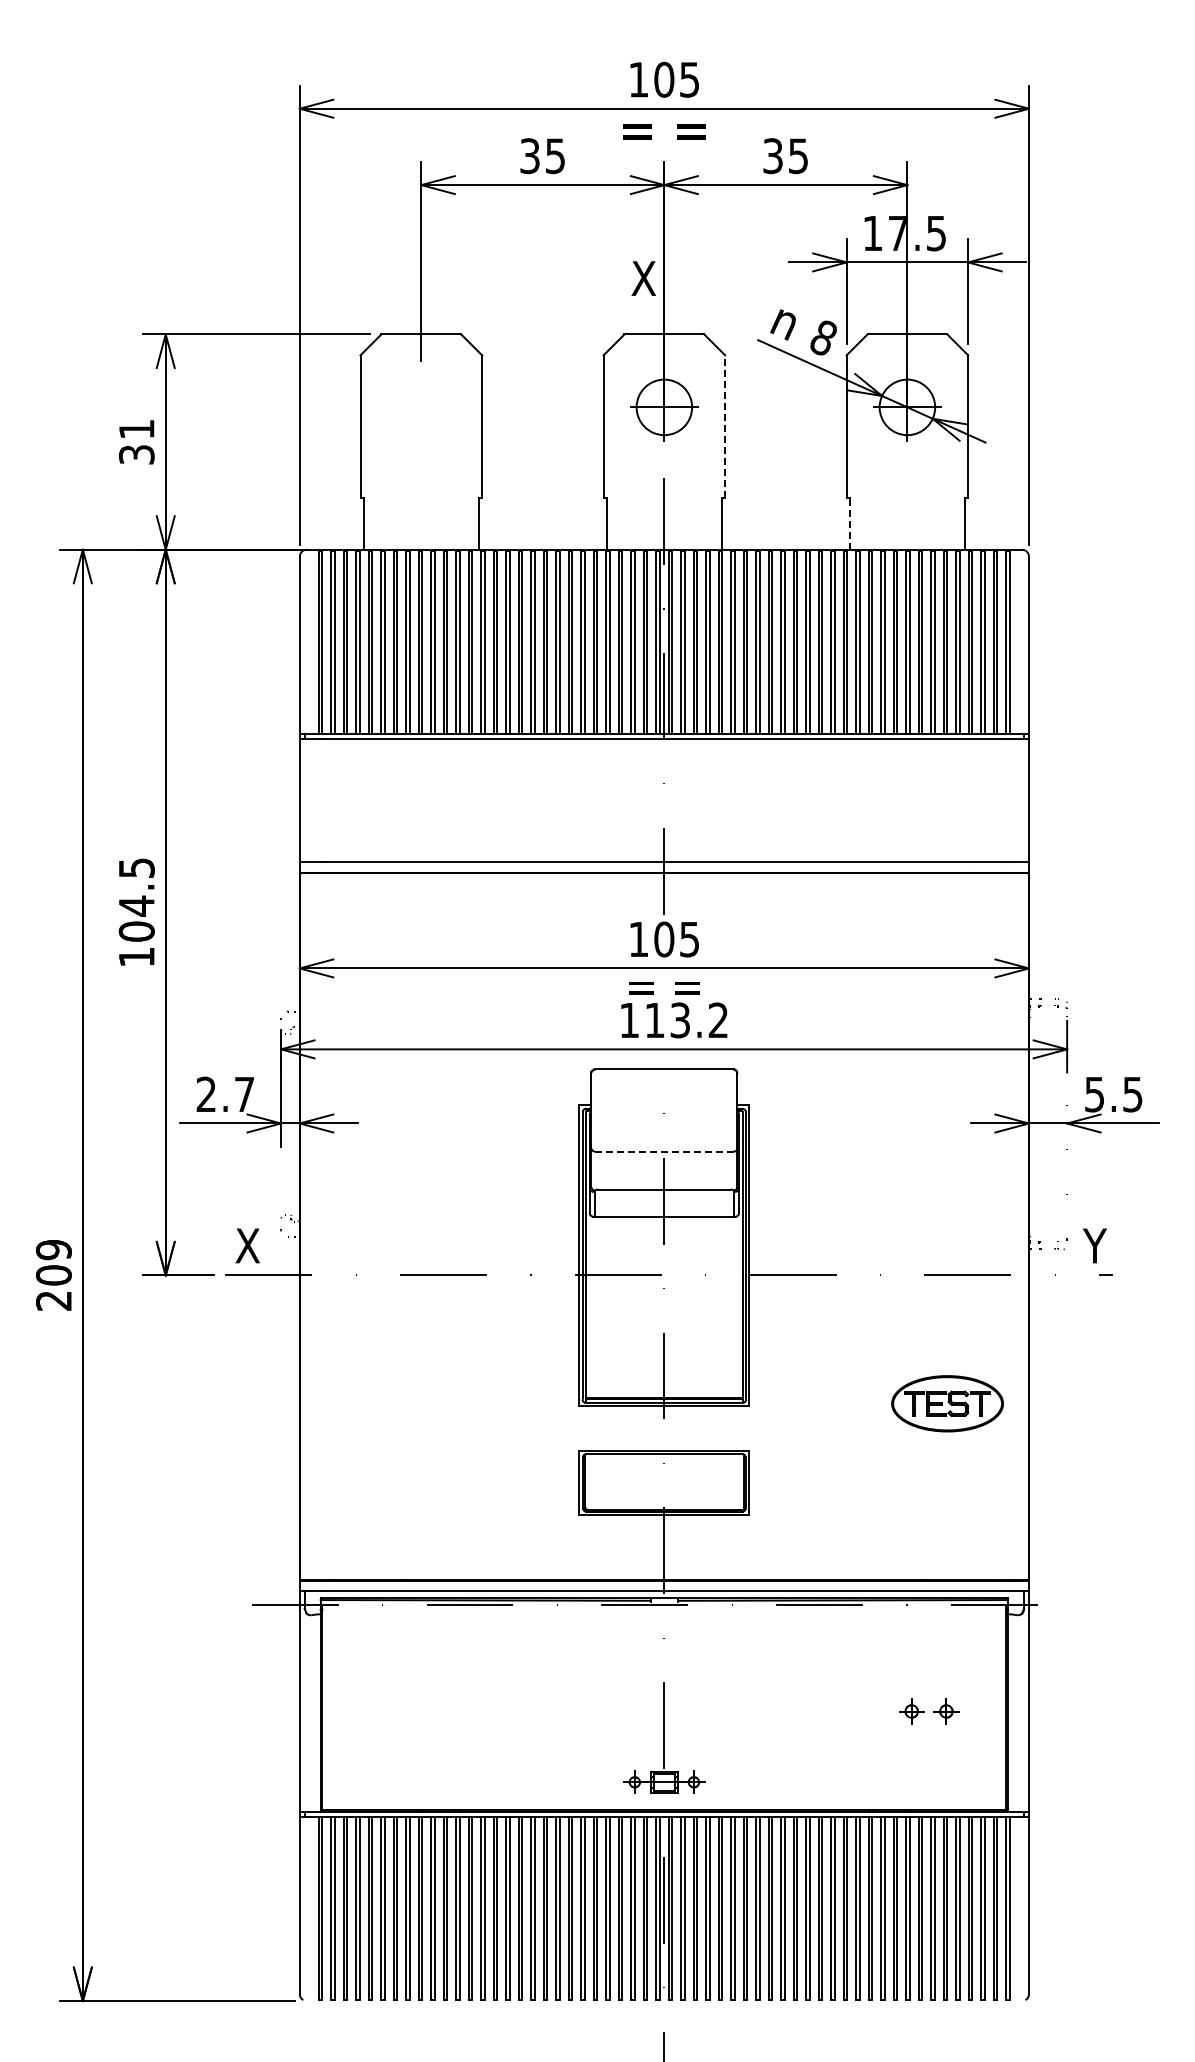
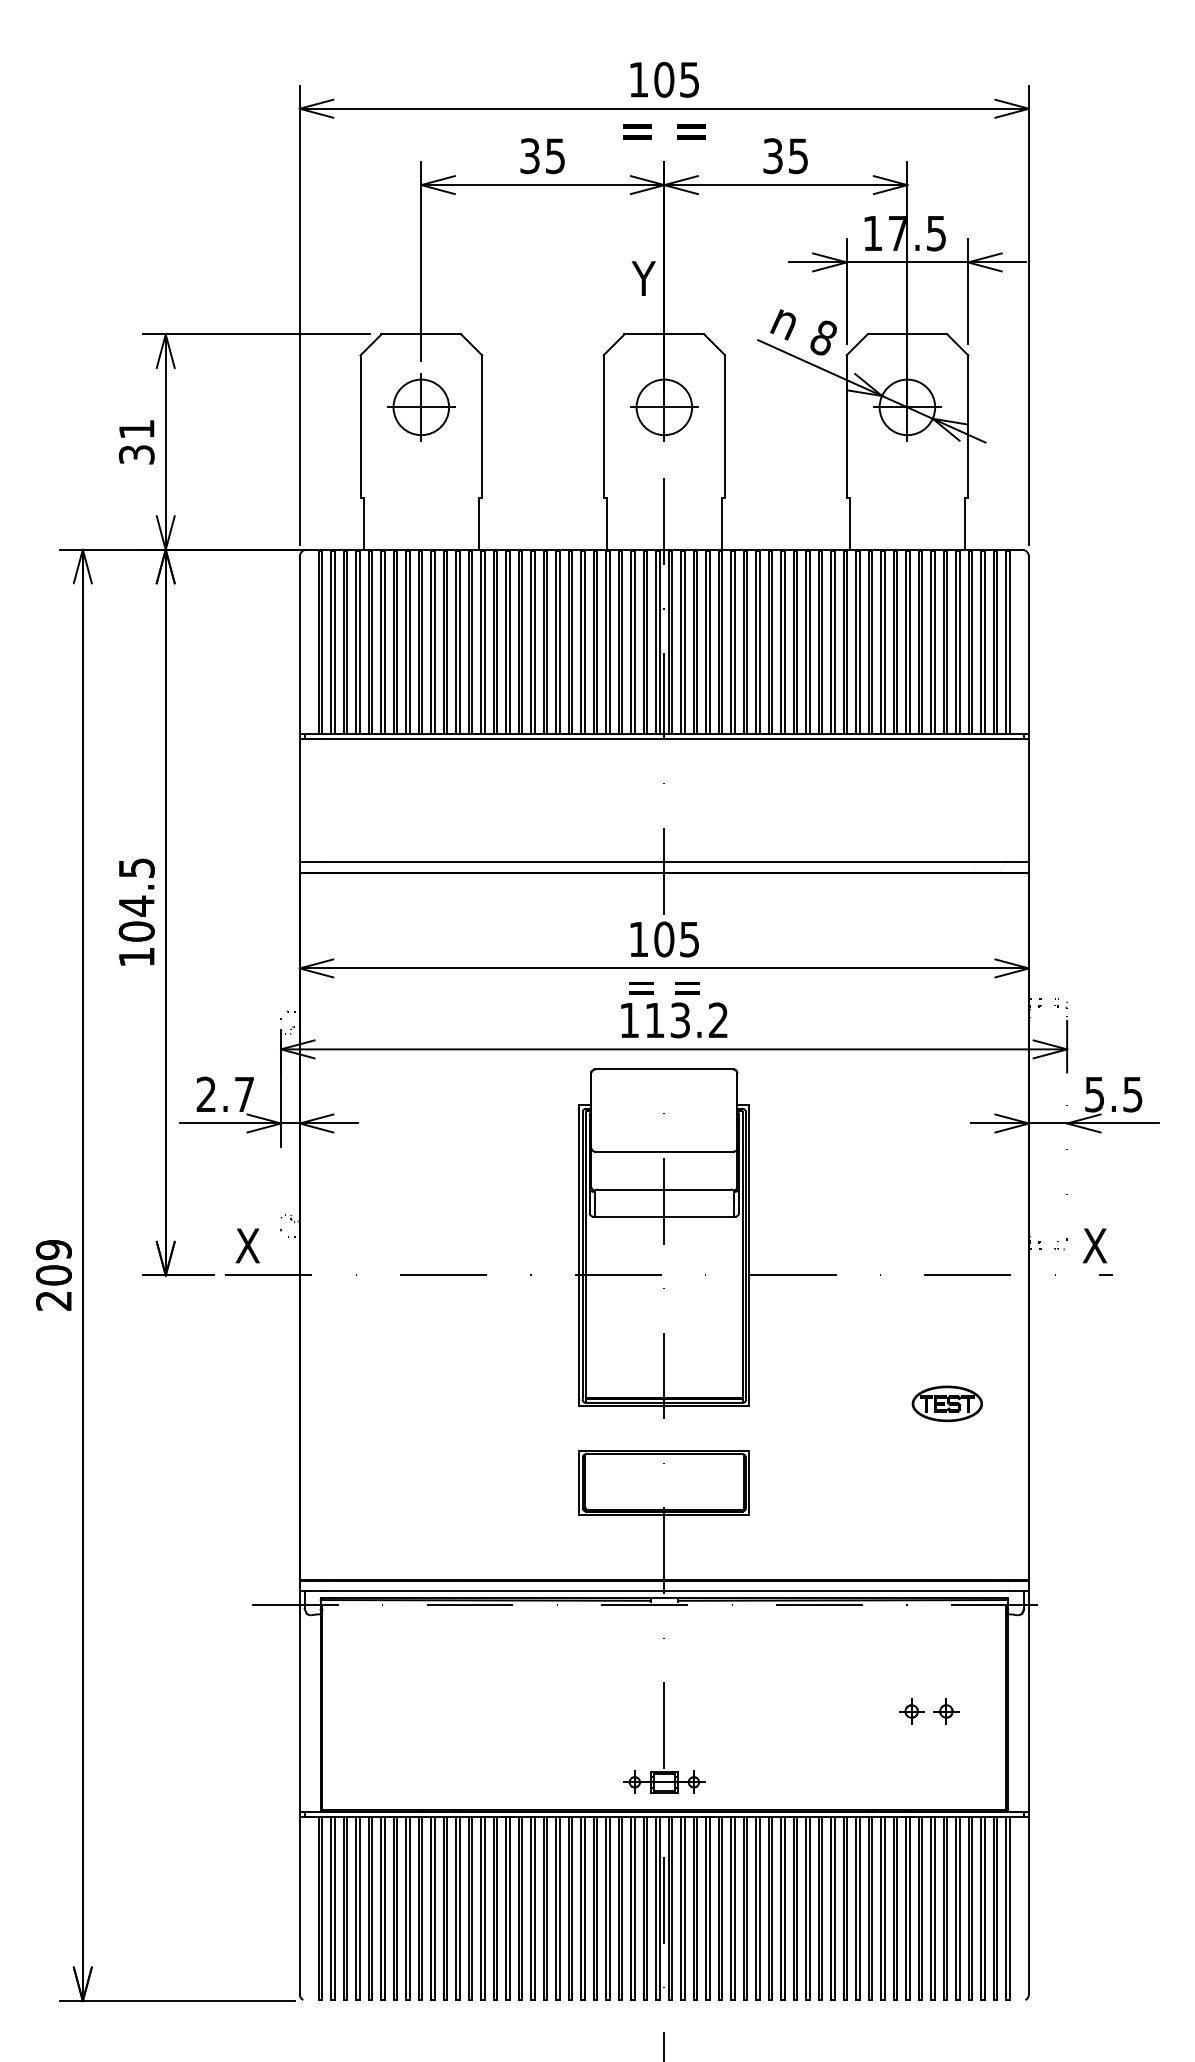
text at (643, 278): X -> Y
part at (421, 407): none -> present
line at (725, 426): dashed -> solid
line at (850, 524): dashed -> solid
line at (664, 1151): dashed -> solid
text at (1094, 1245): Y -> X
part at (947, 1403) size: 113x58 px -> 72x38 px
